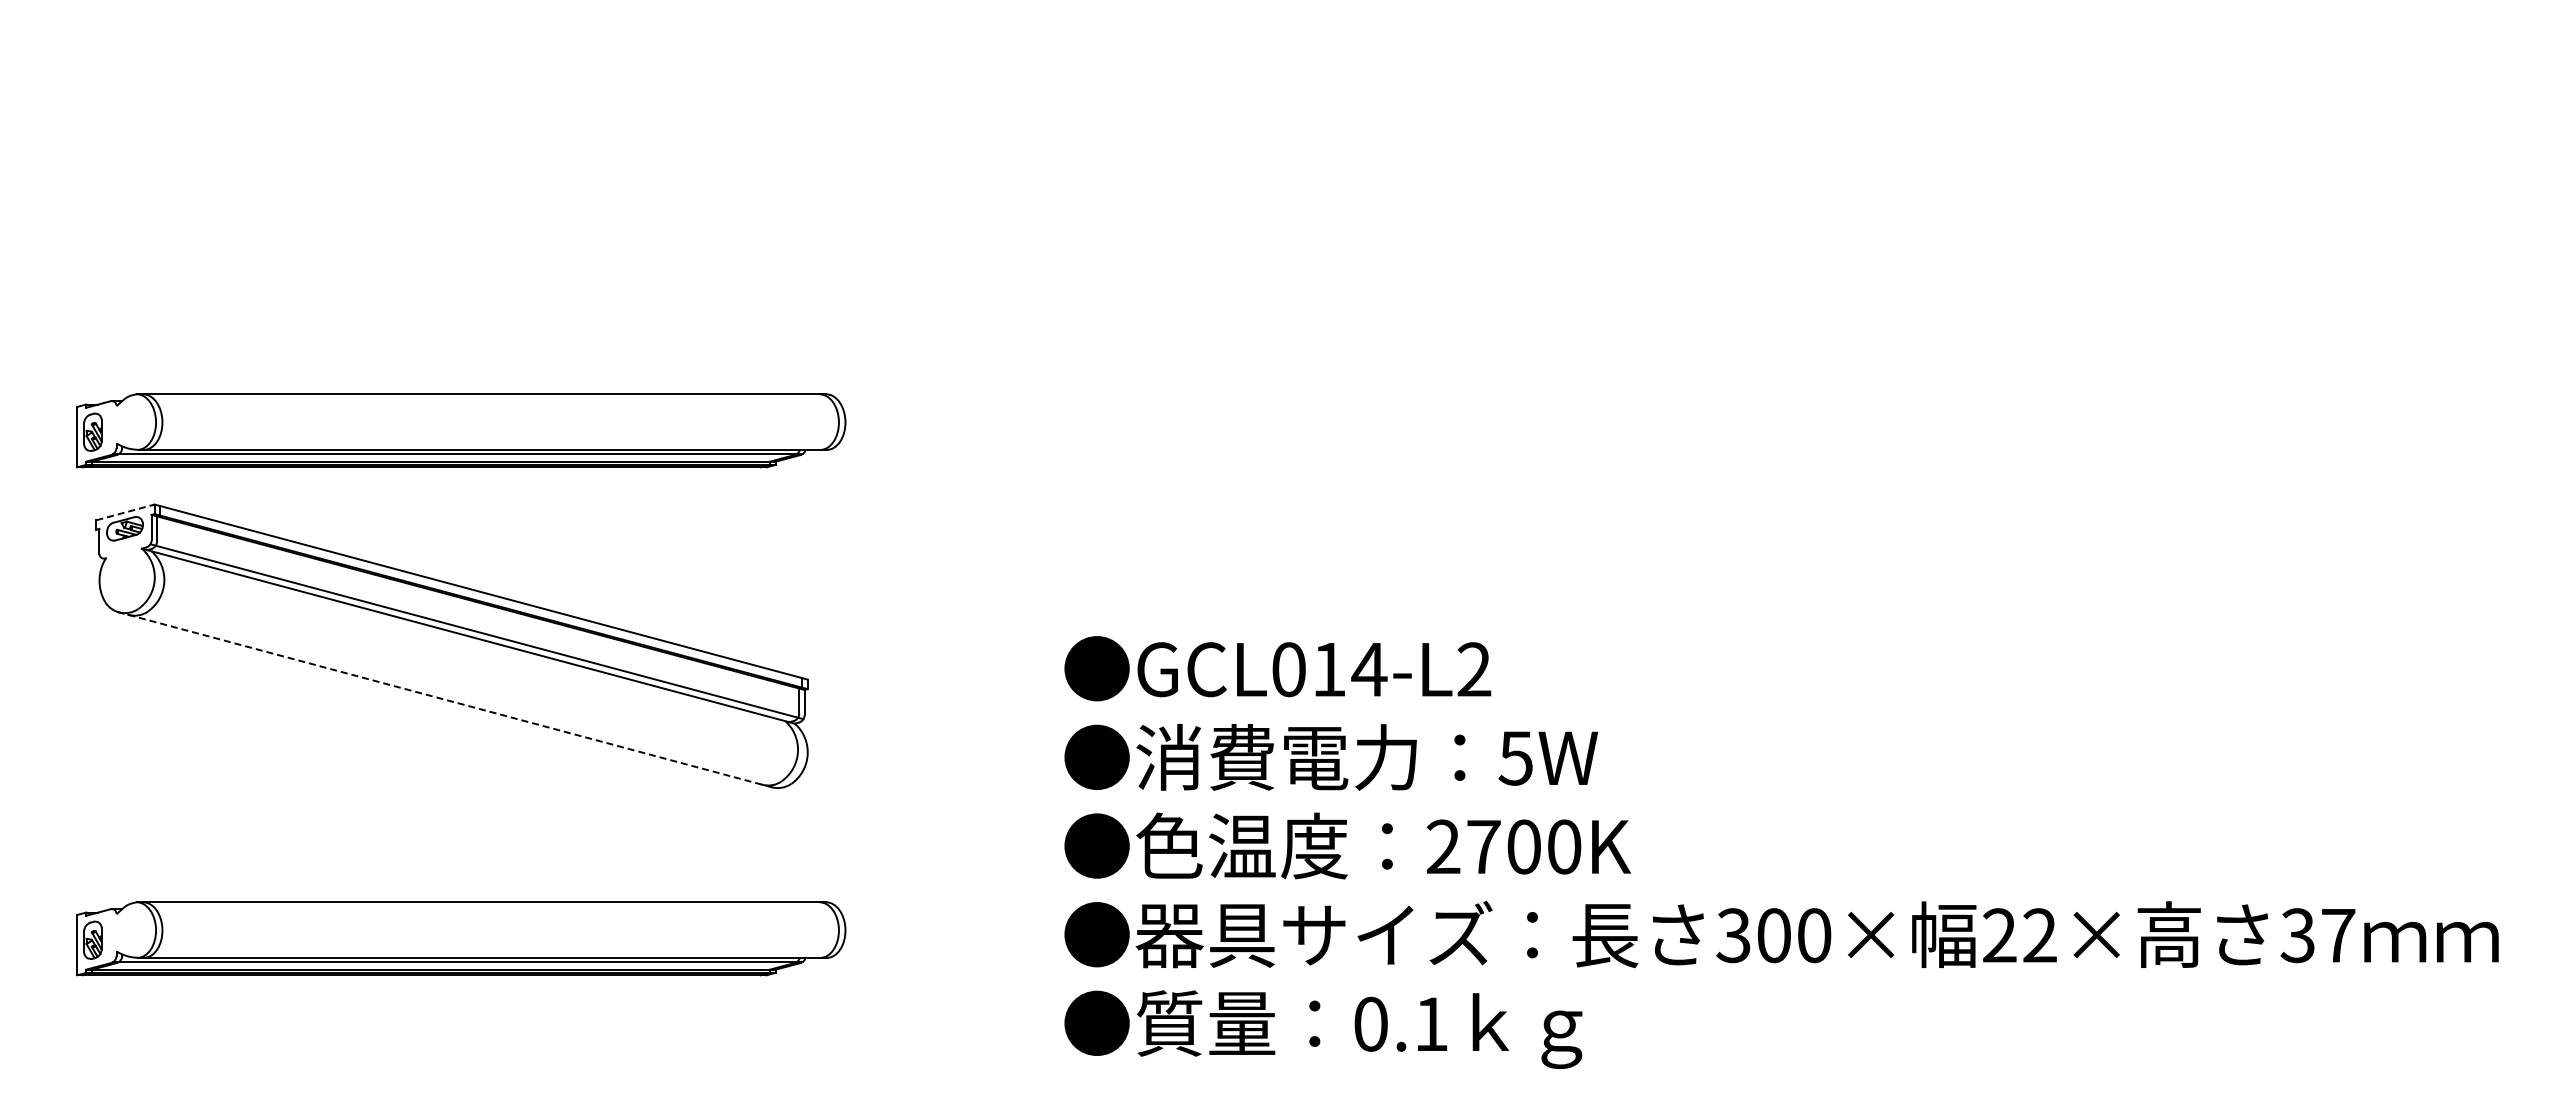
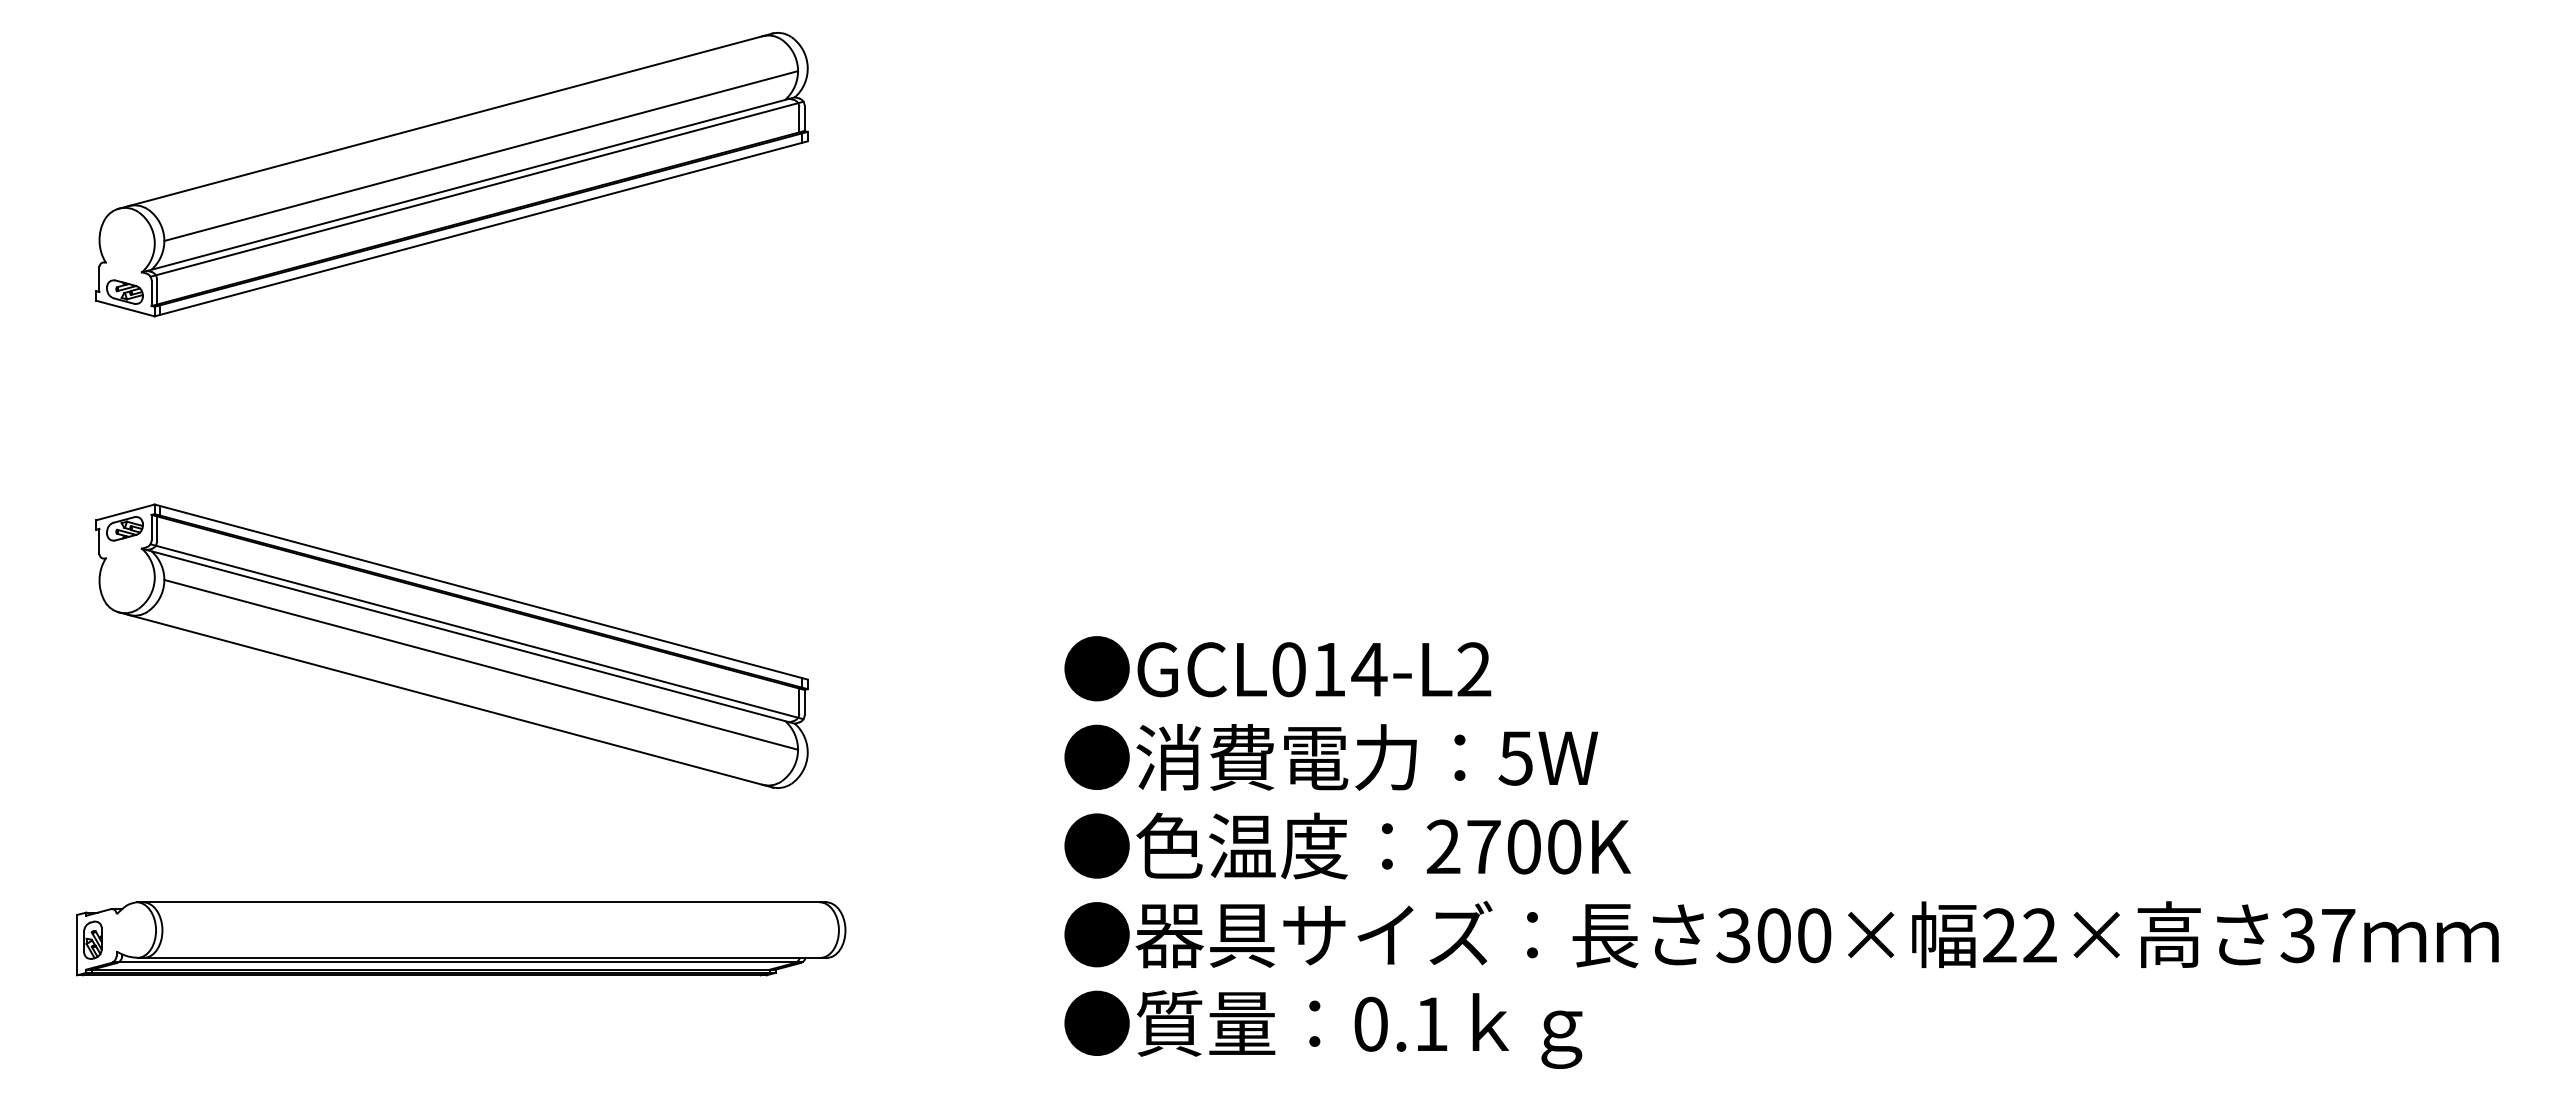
part at (451, 174): none -> present
part at (461, 430): present -> none
line at (126, 512): dashed -> solid
line at (481, 664): none -> present
line at (445, 699): dashed -> solid
